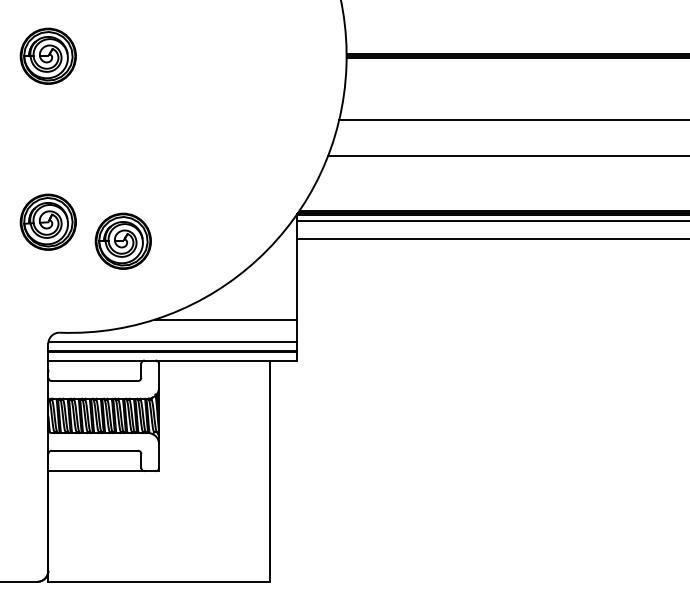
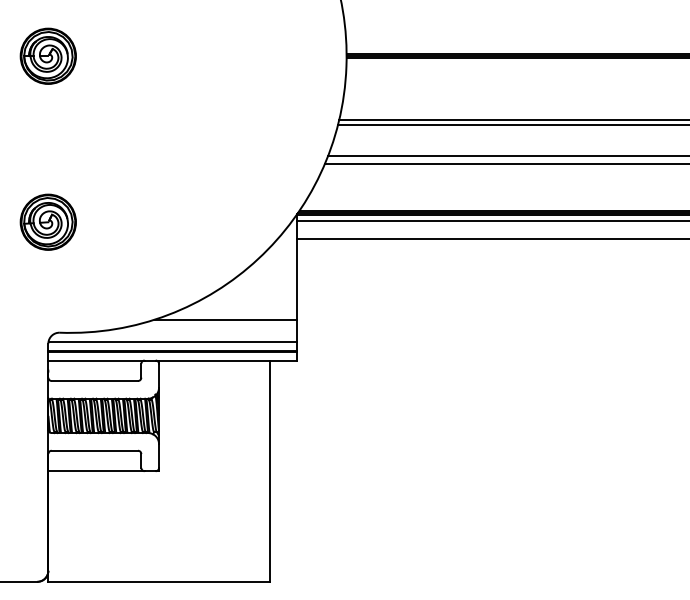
line at (511, 125): none -> present
line at (505, 164): none -> present
part at (122, 240): present -> none
